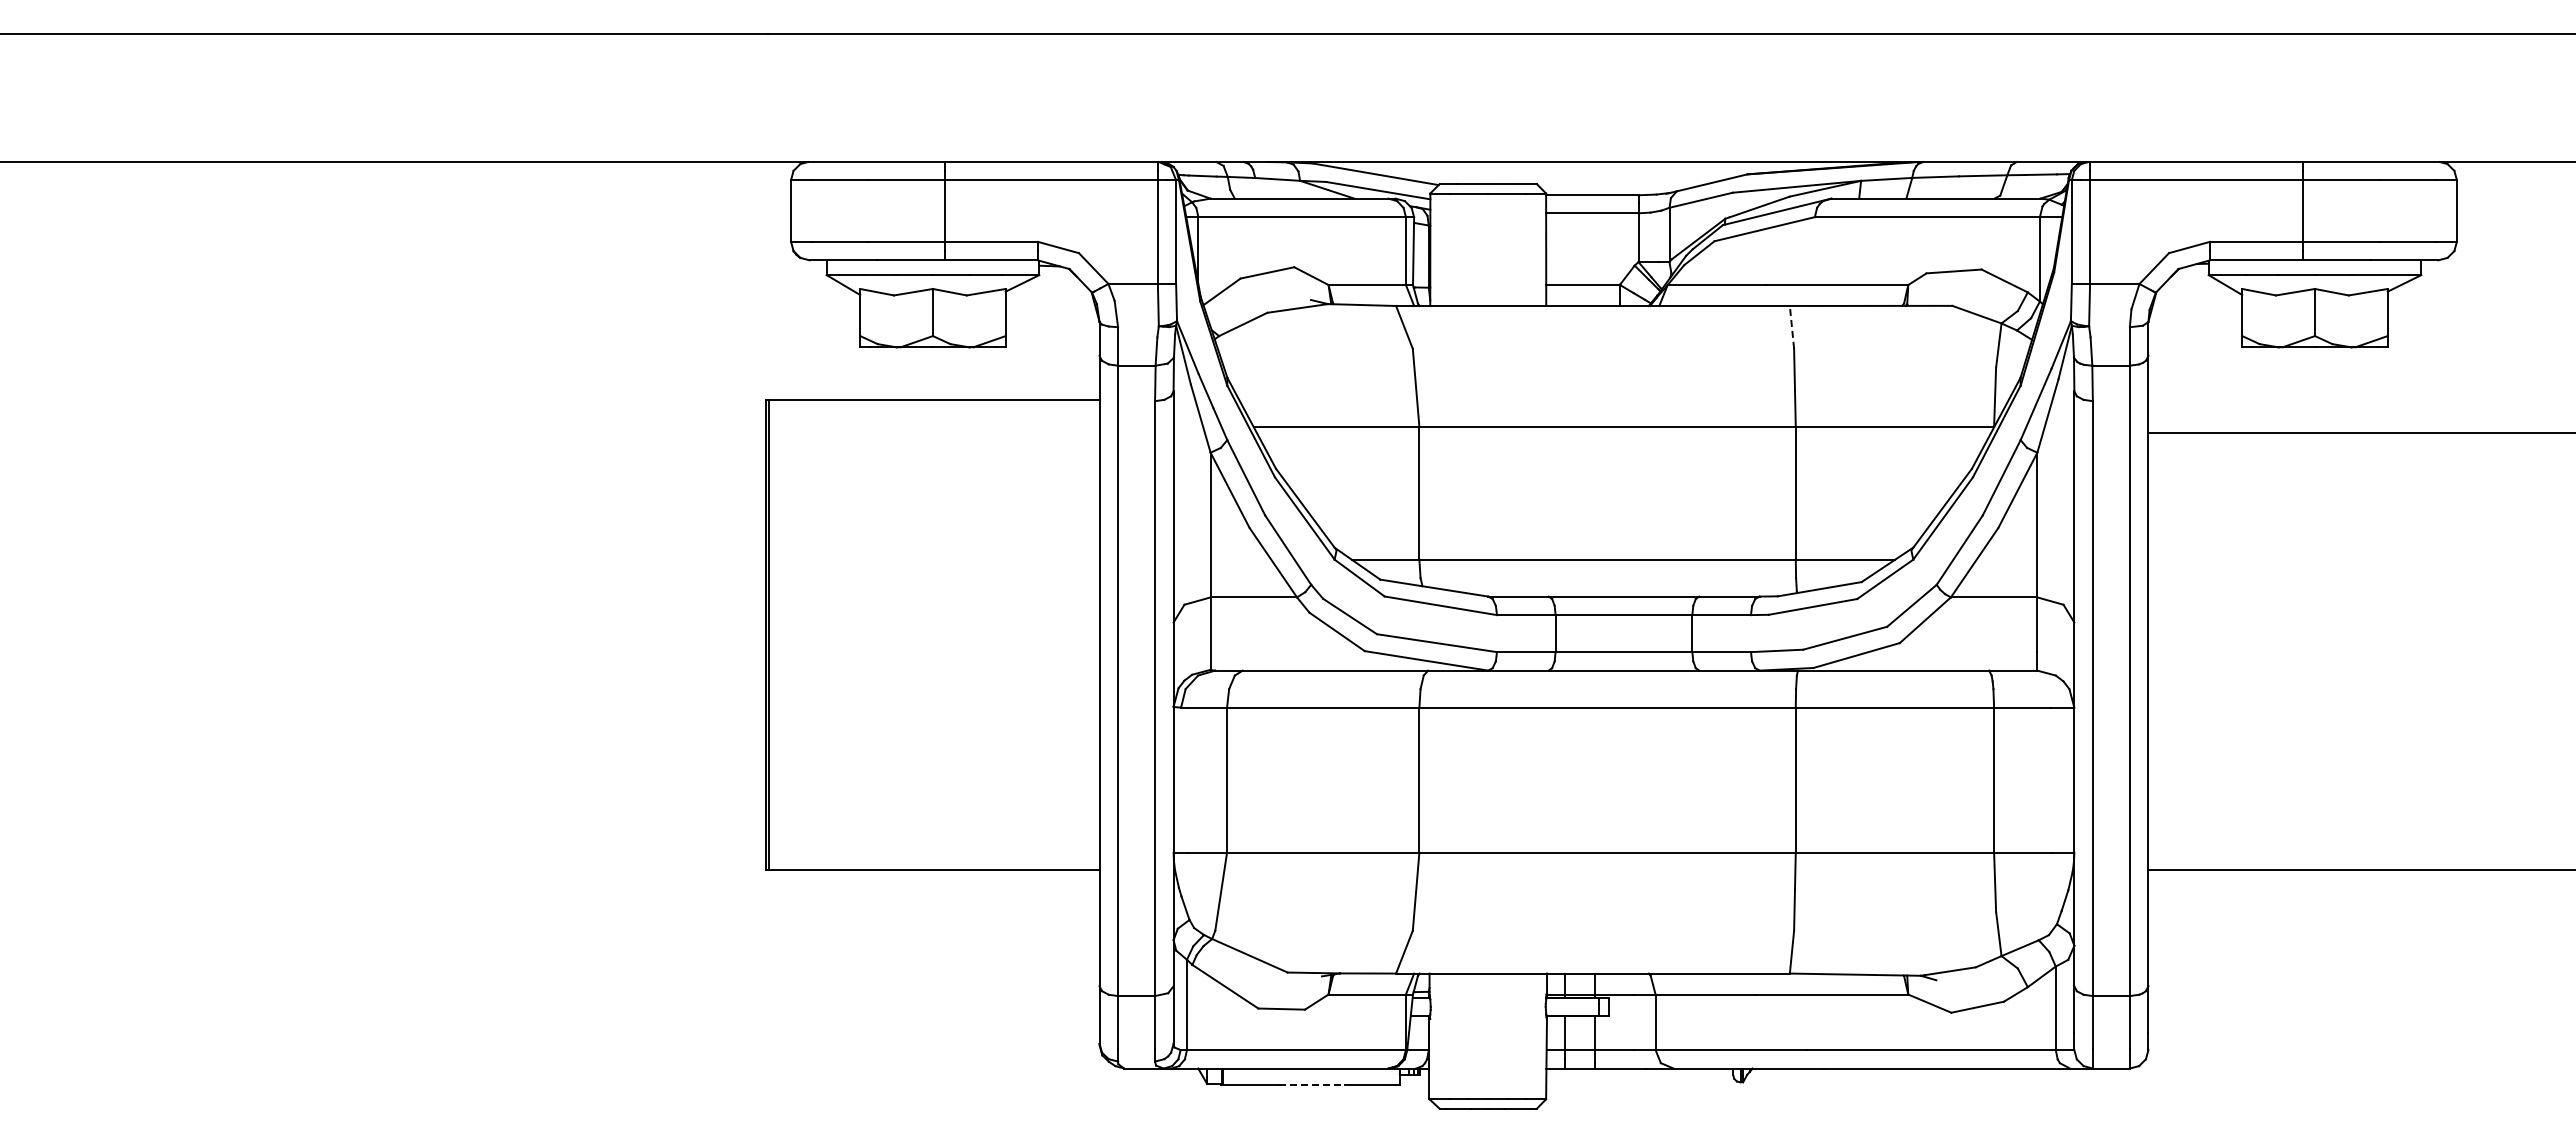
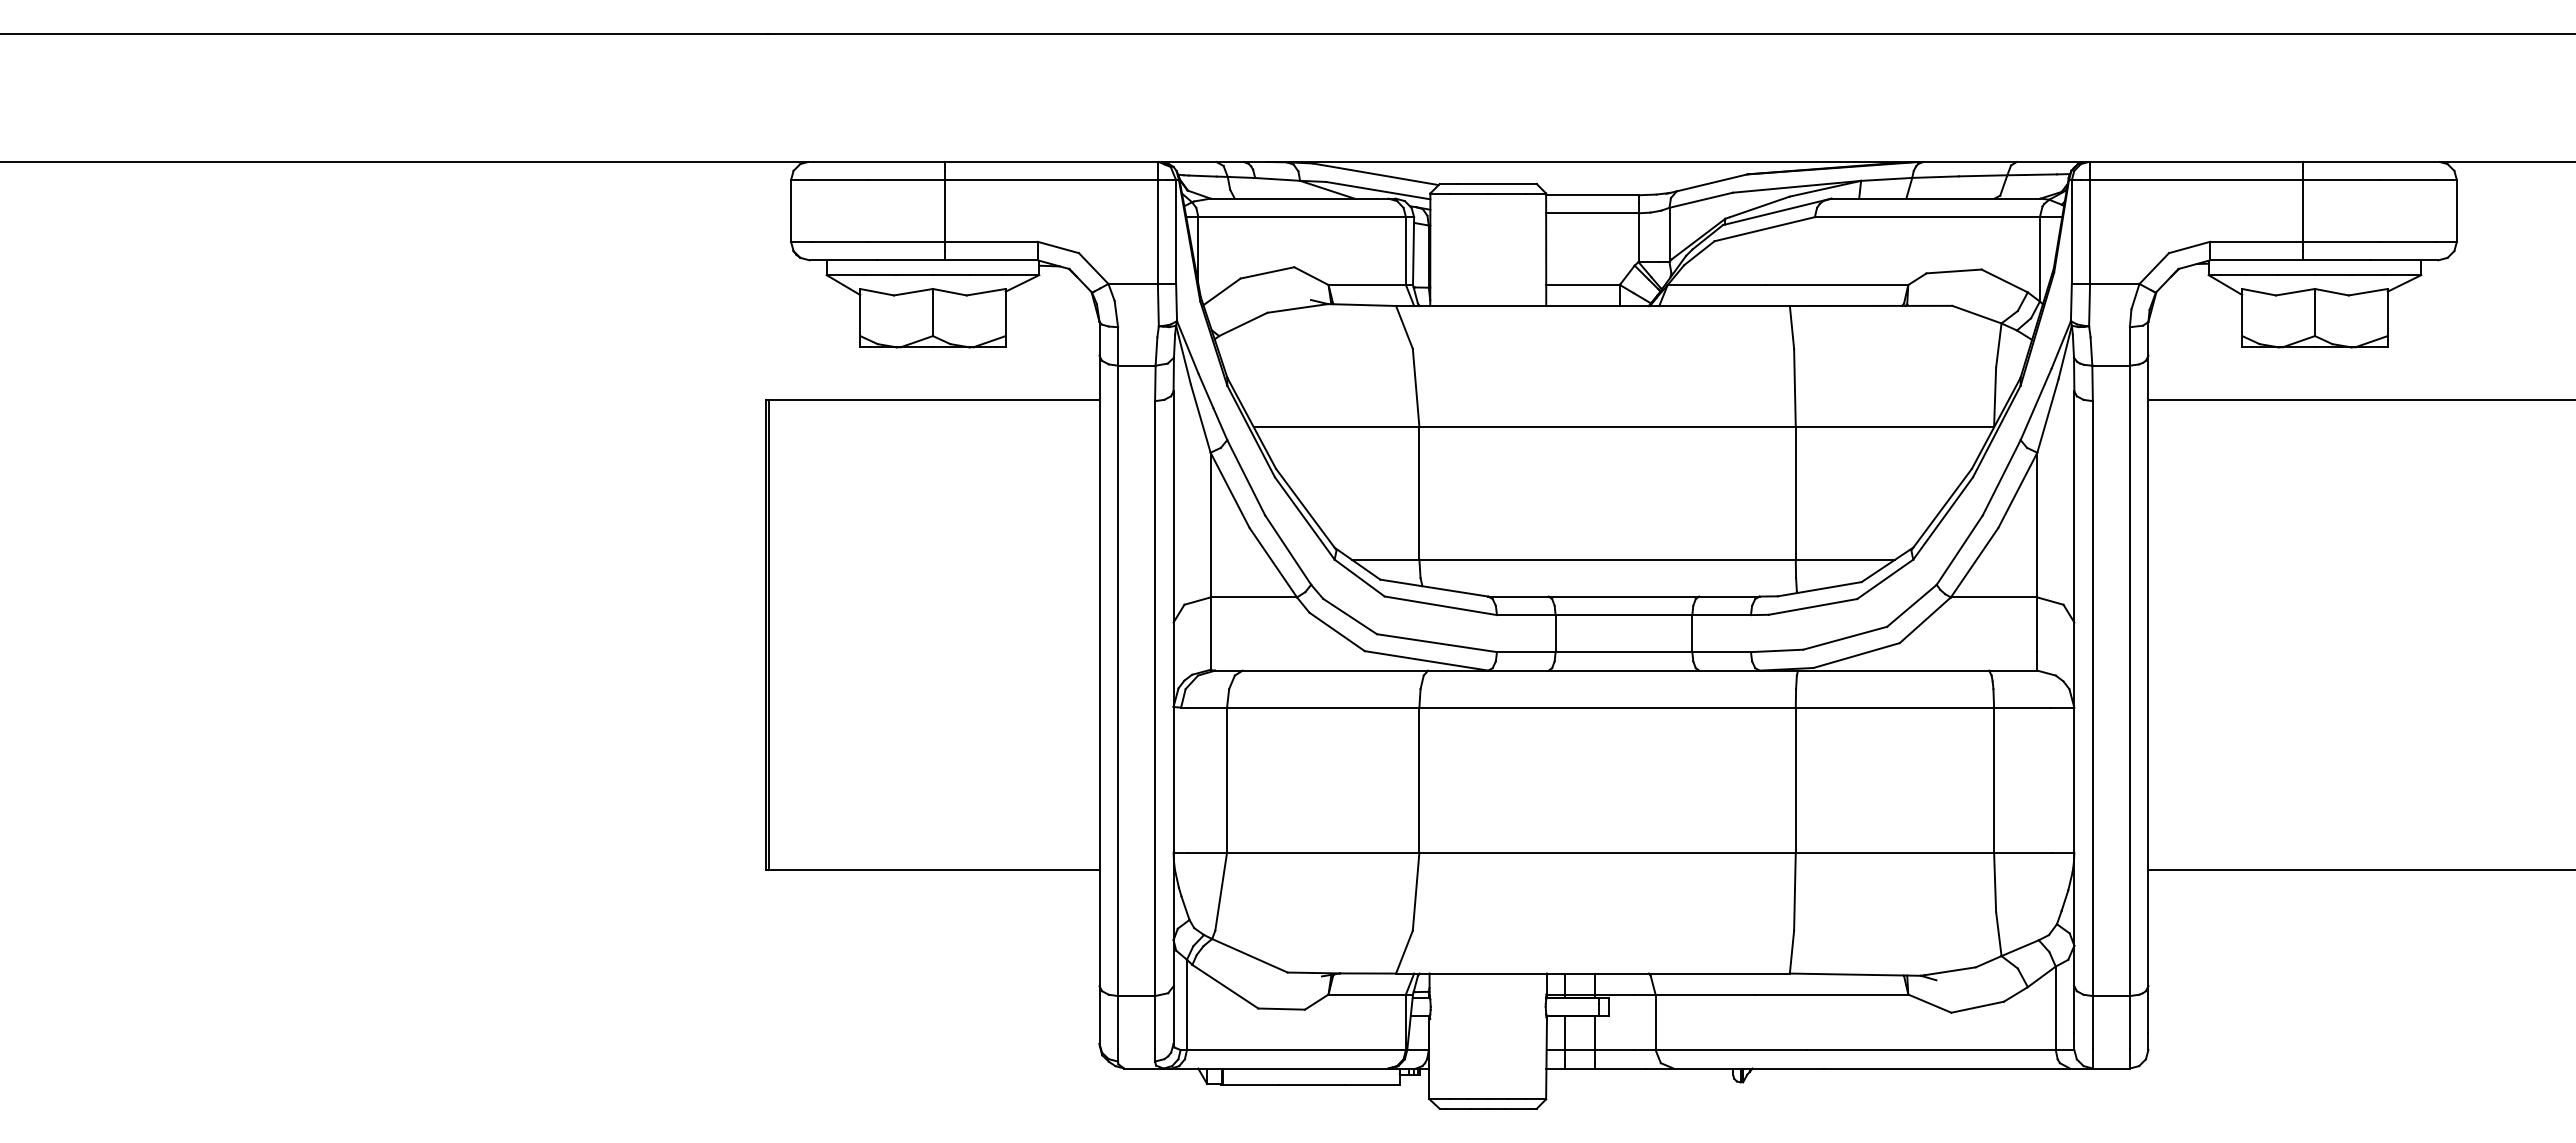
line at (1791, 327): dashed -> solid
line at (2360, 432) position: (2360, 432) -> (2360, 399)
line at (1311, 1085): dashed -> solid
